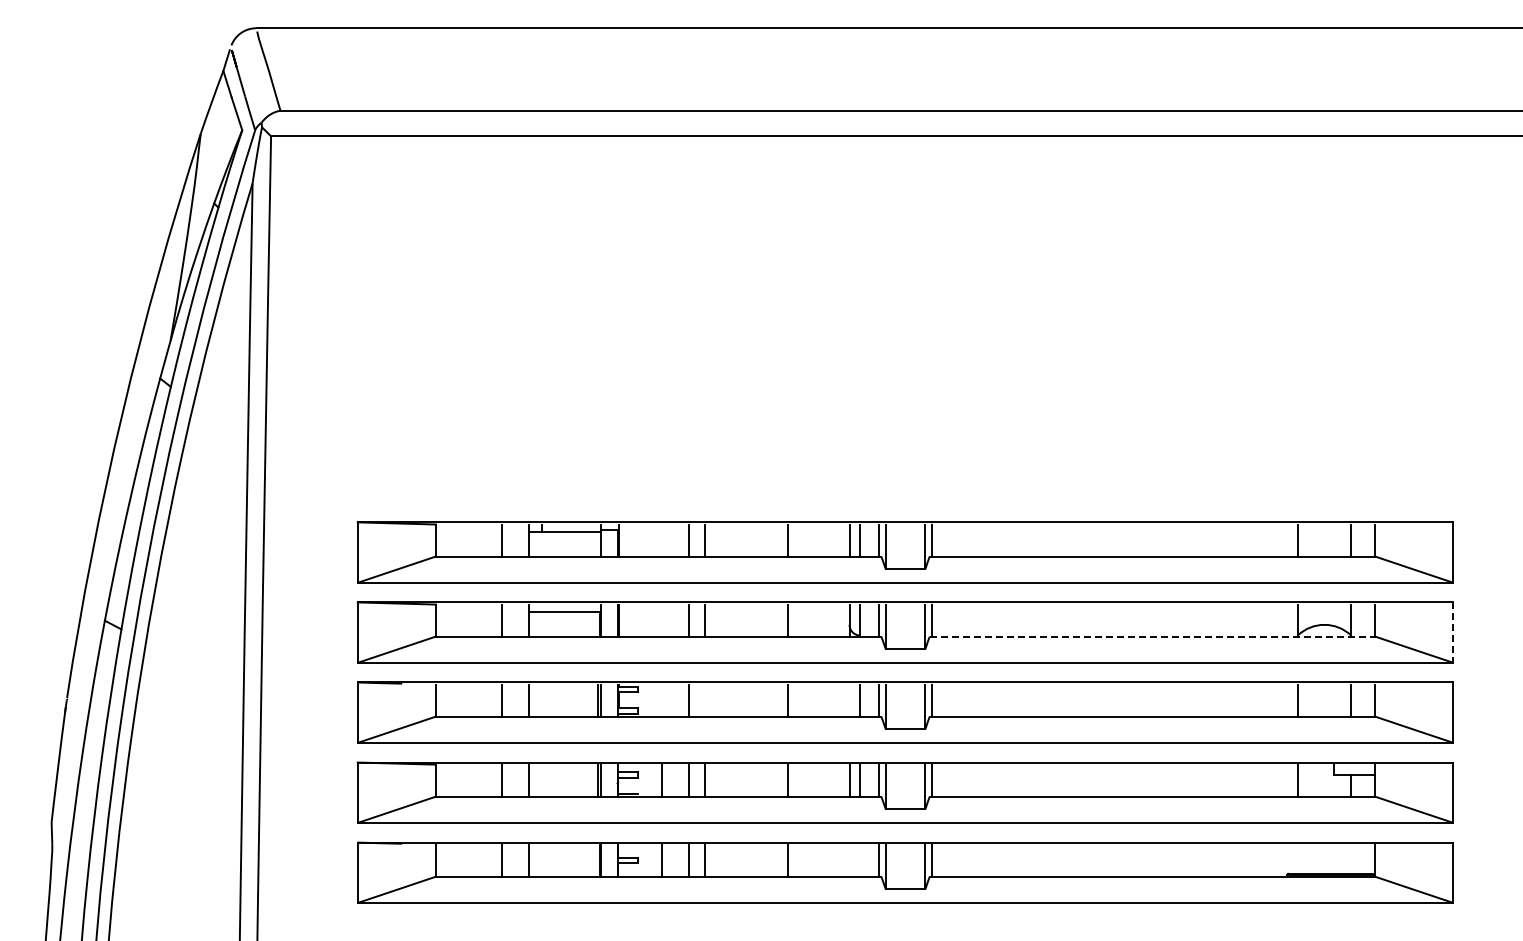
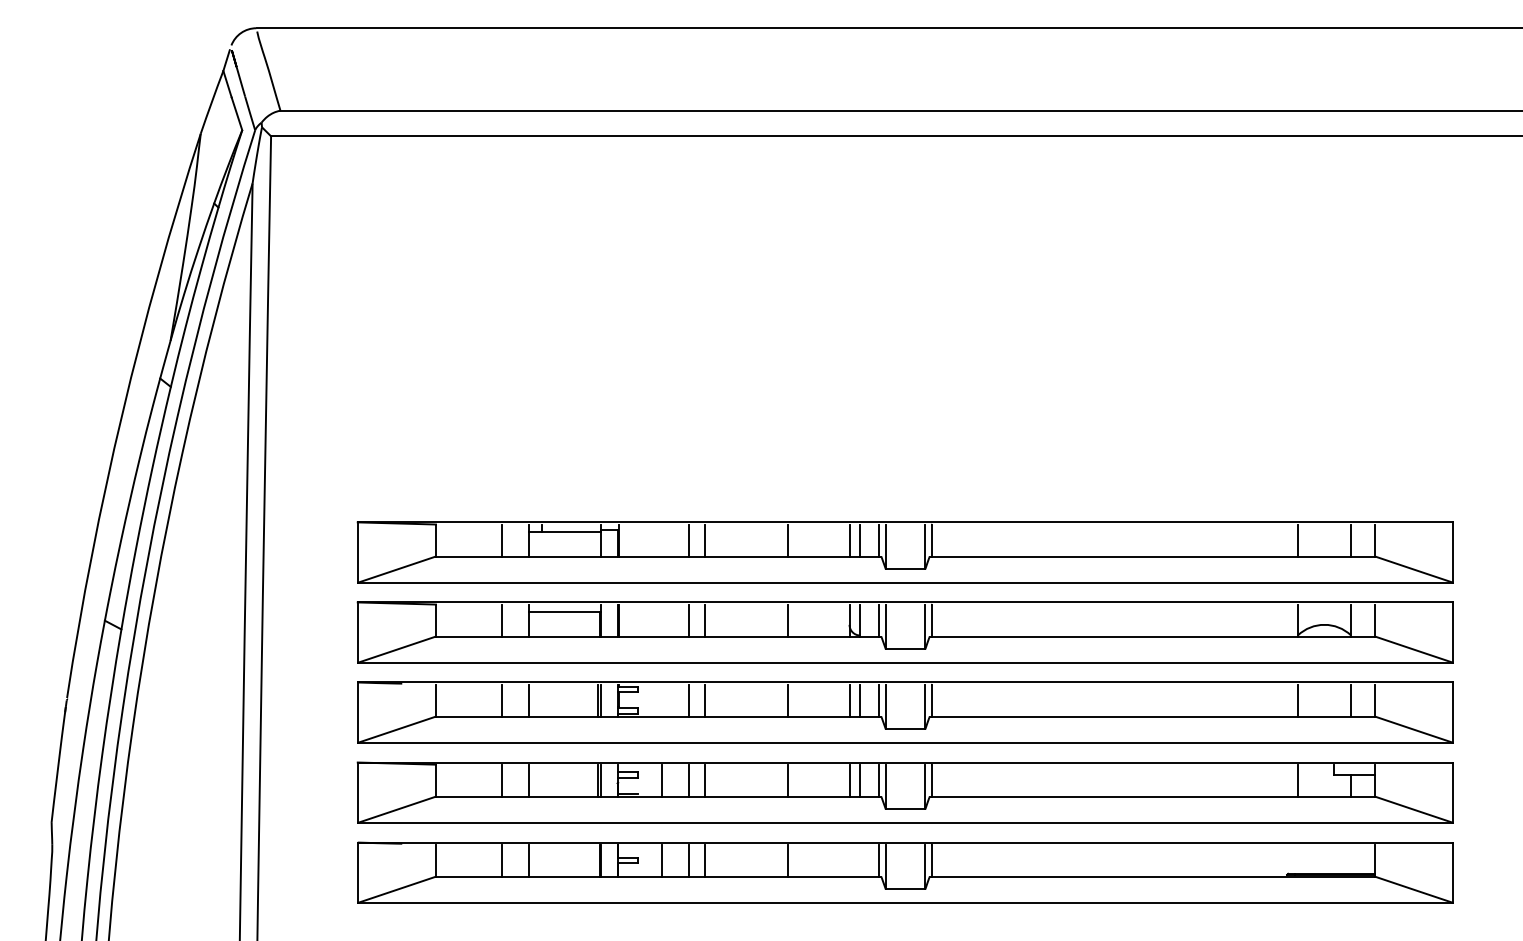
line at (1453, 633): dashed -> solid
line at (1152, 636): dashed -> solid
line at (705, 700): none -> present
line at (849, 700): none -> present
